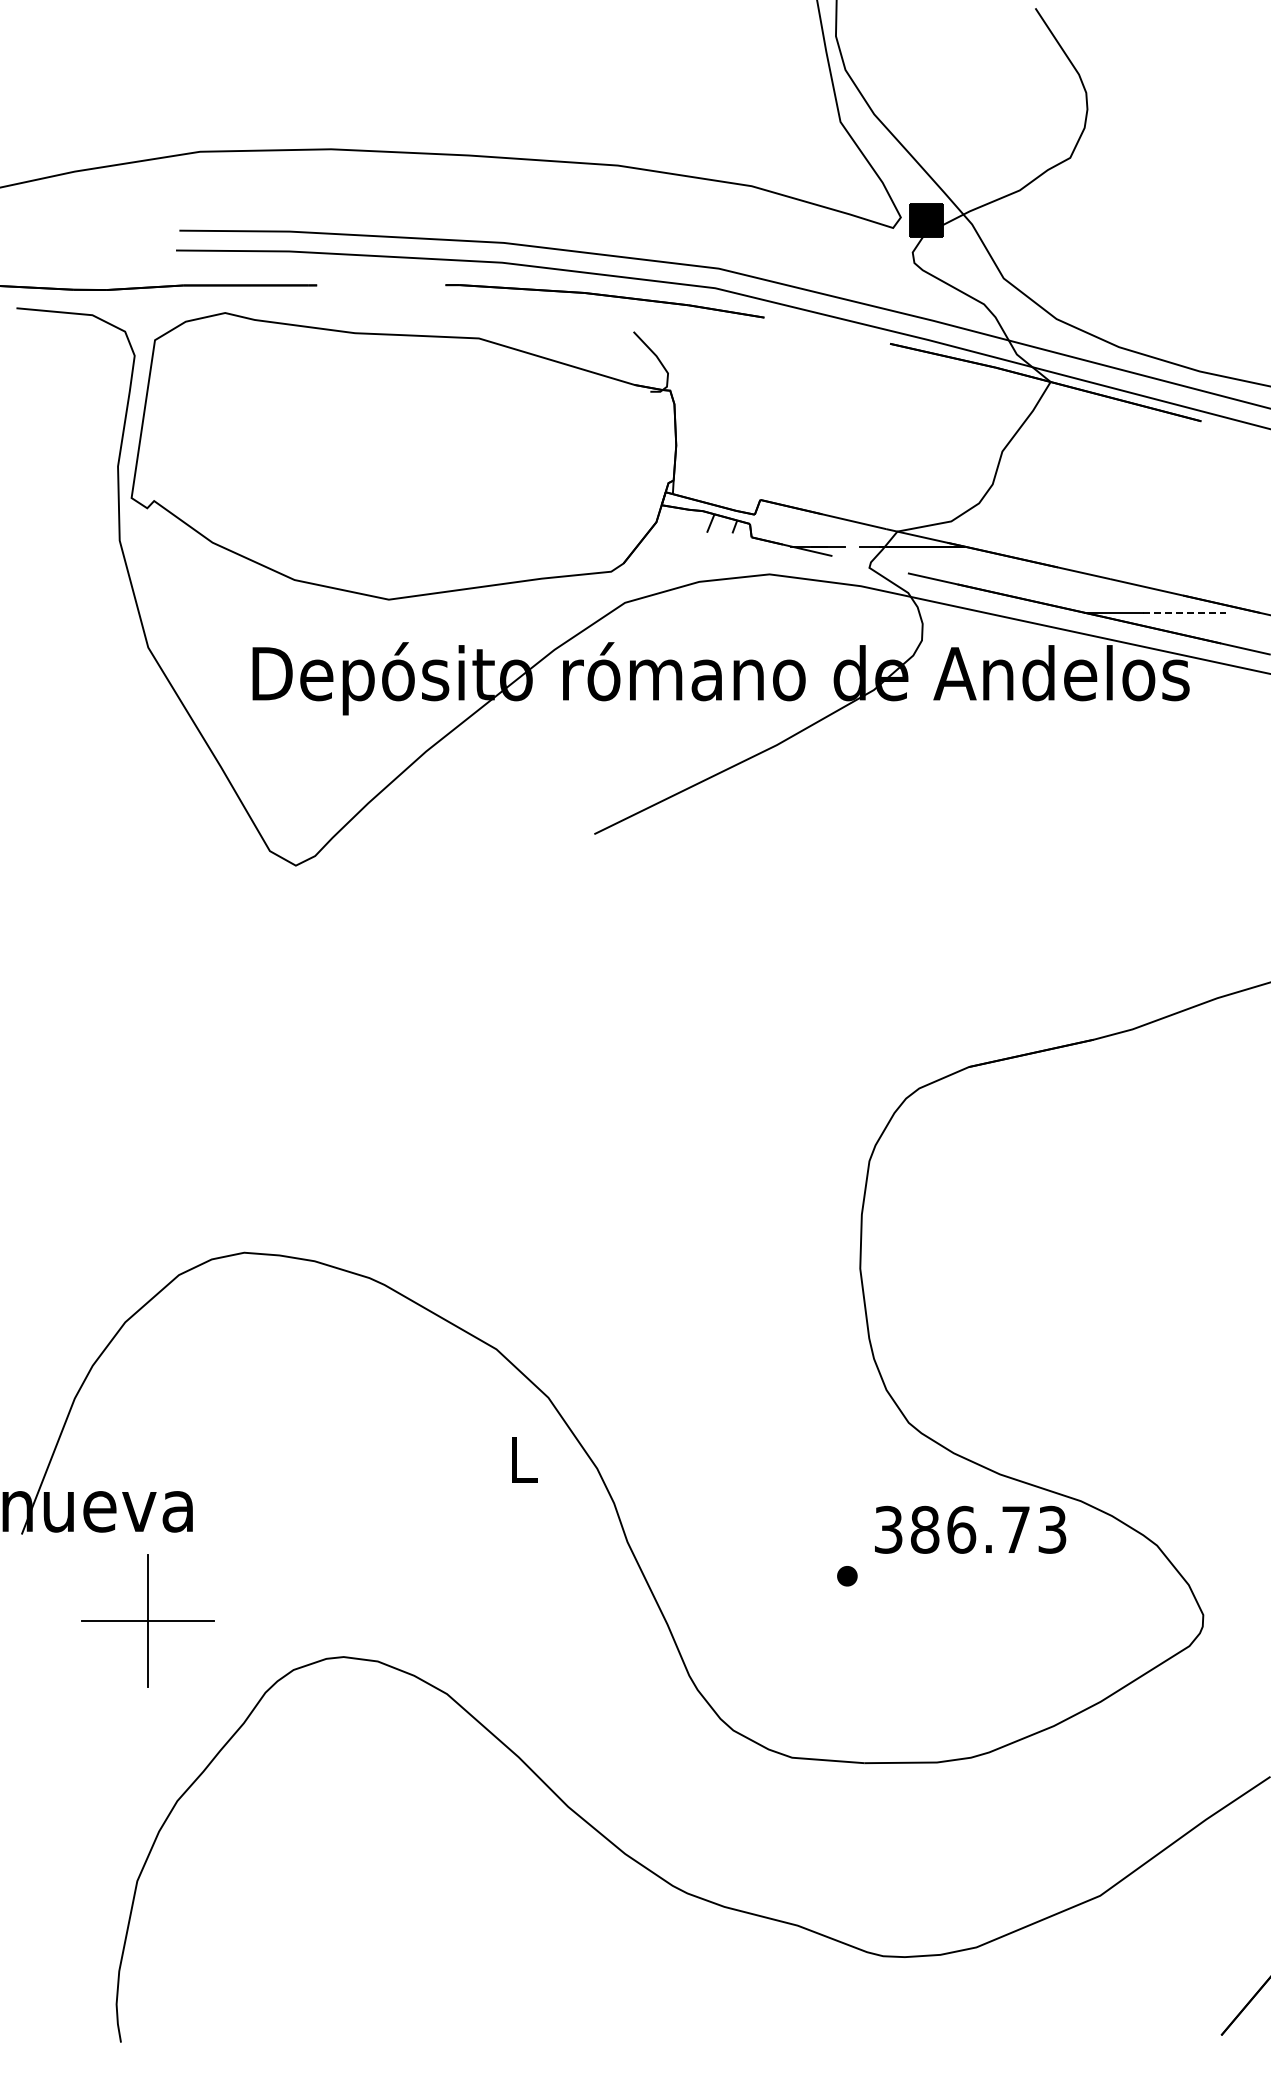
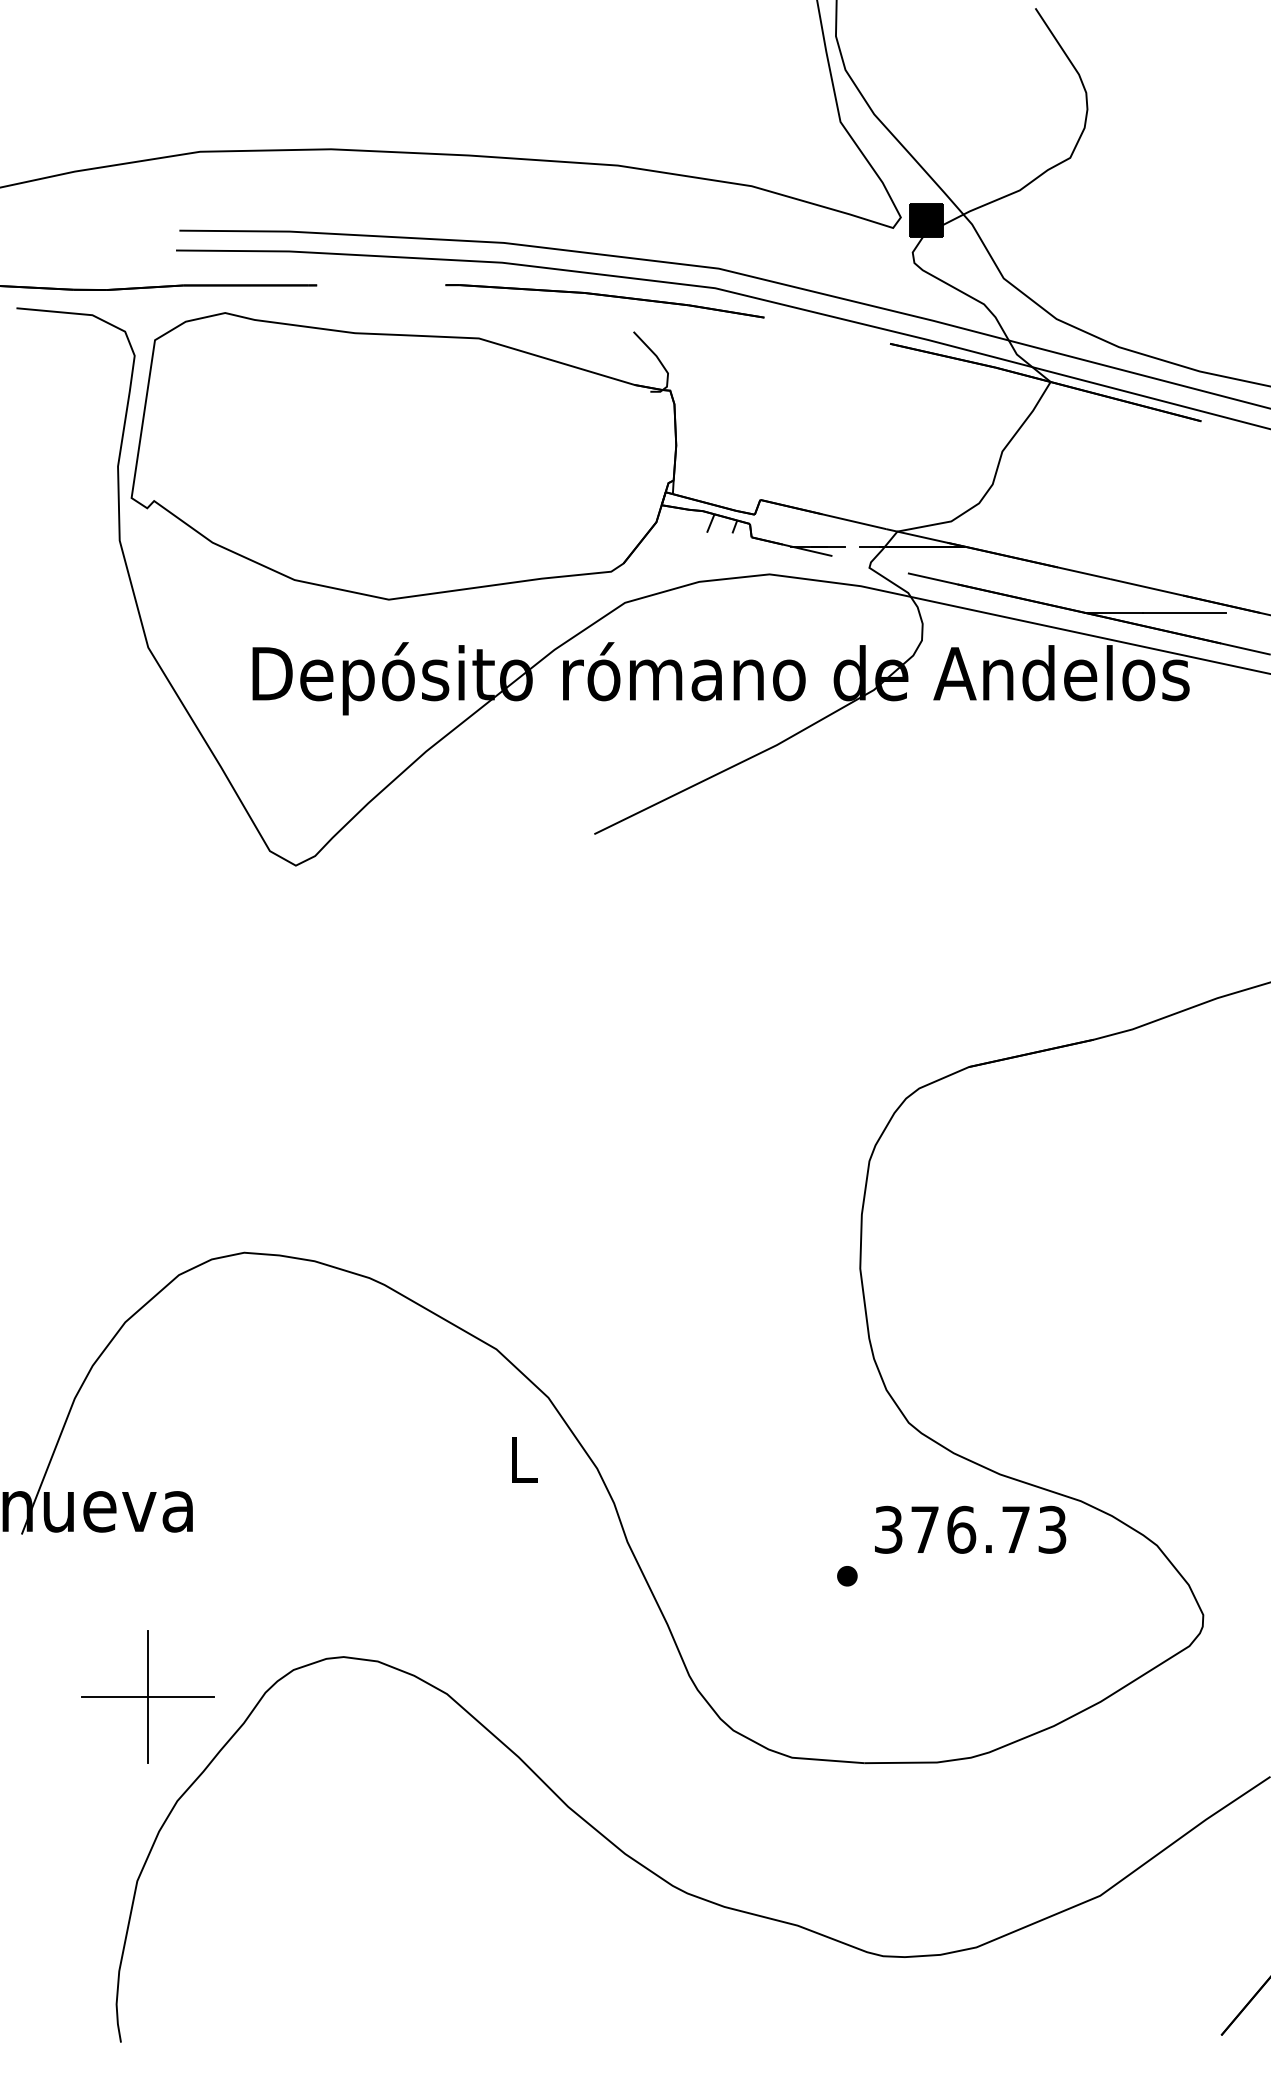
line at (1184, 612): dashed -> solid
text at (924, 1529): 386.73 -> 376.73
part at (147, 1620) position: (147, 1620) -> (147, 1696)
